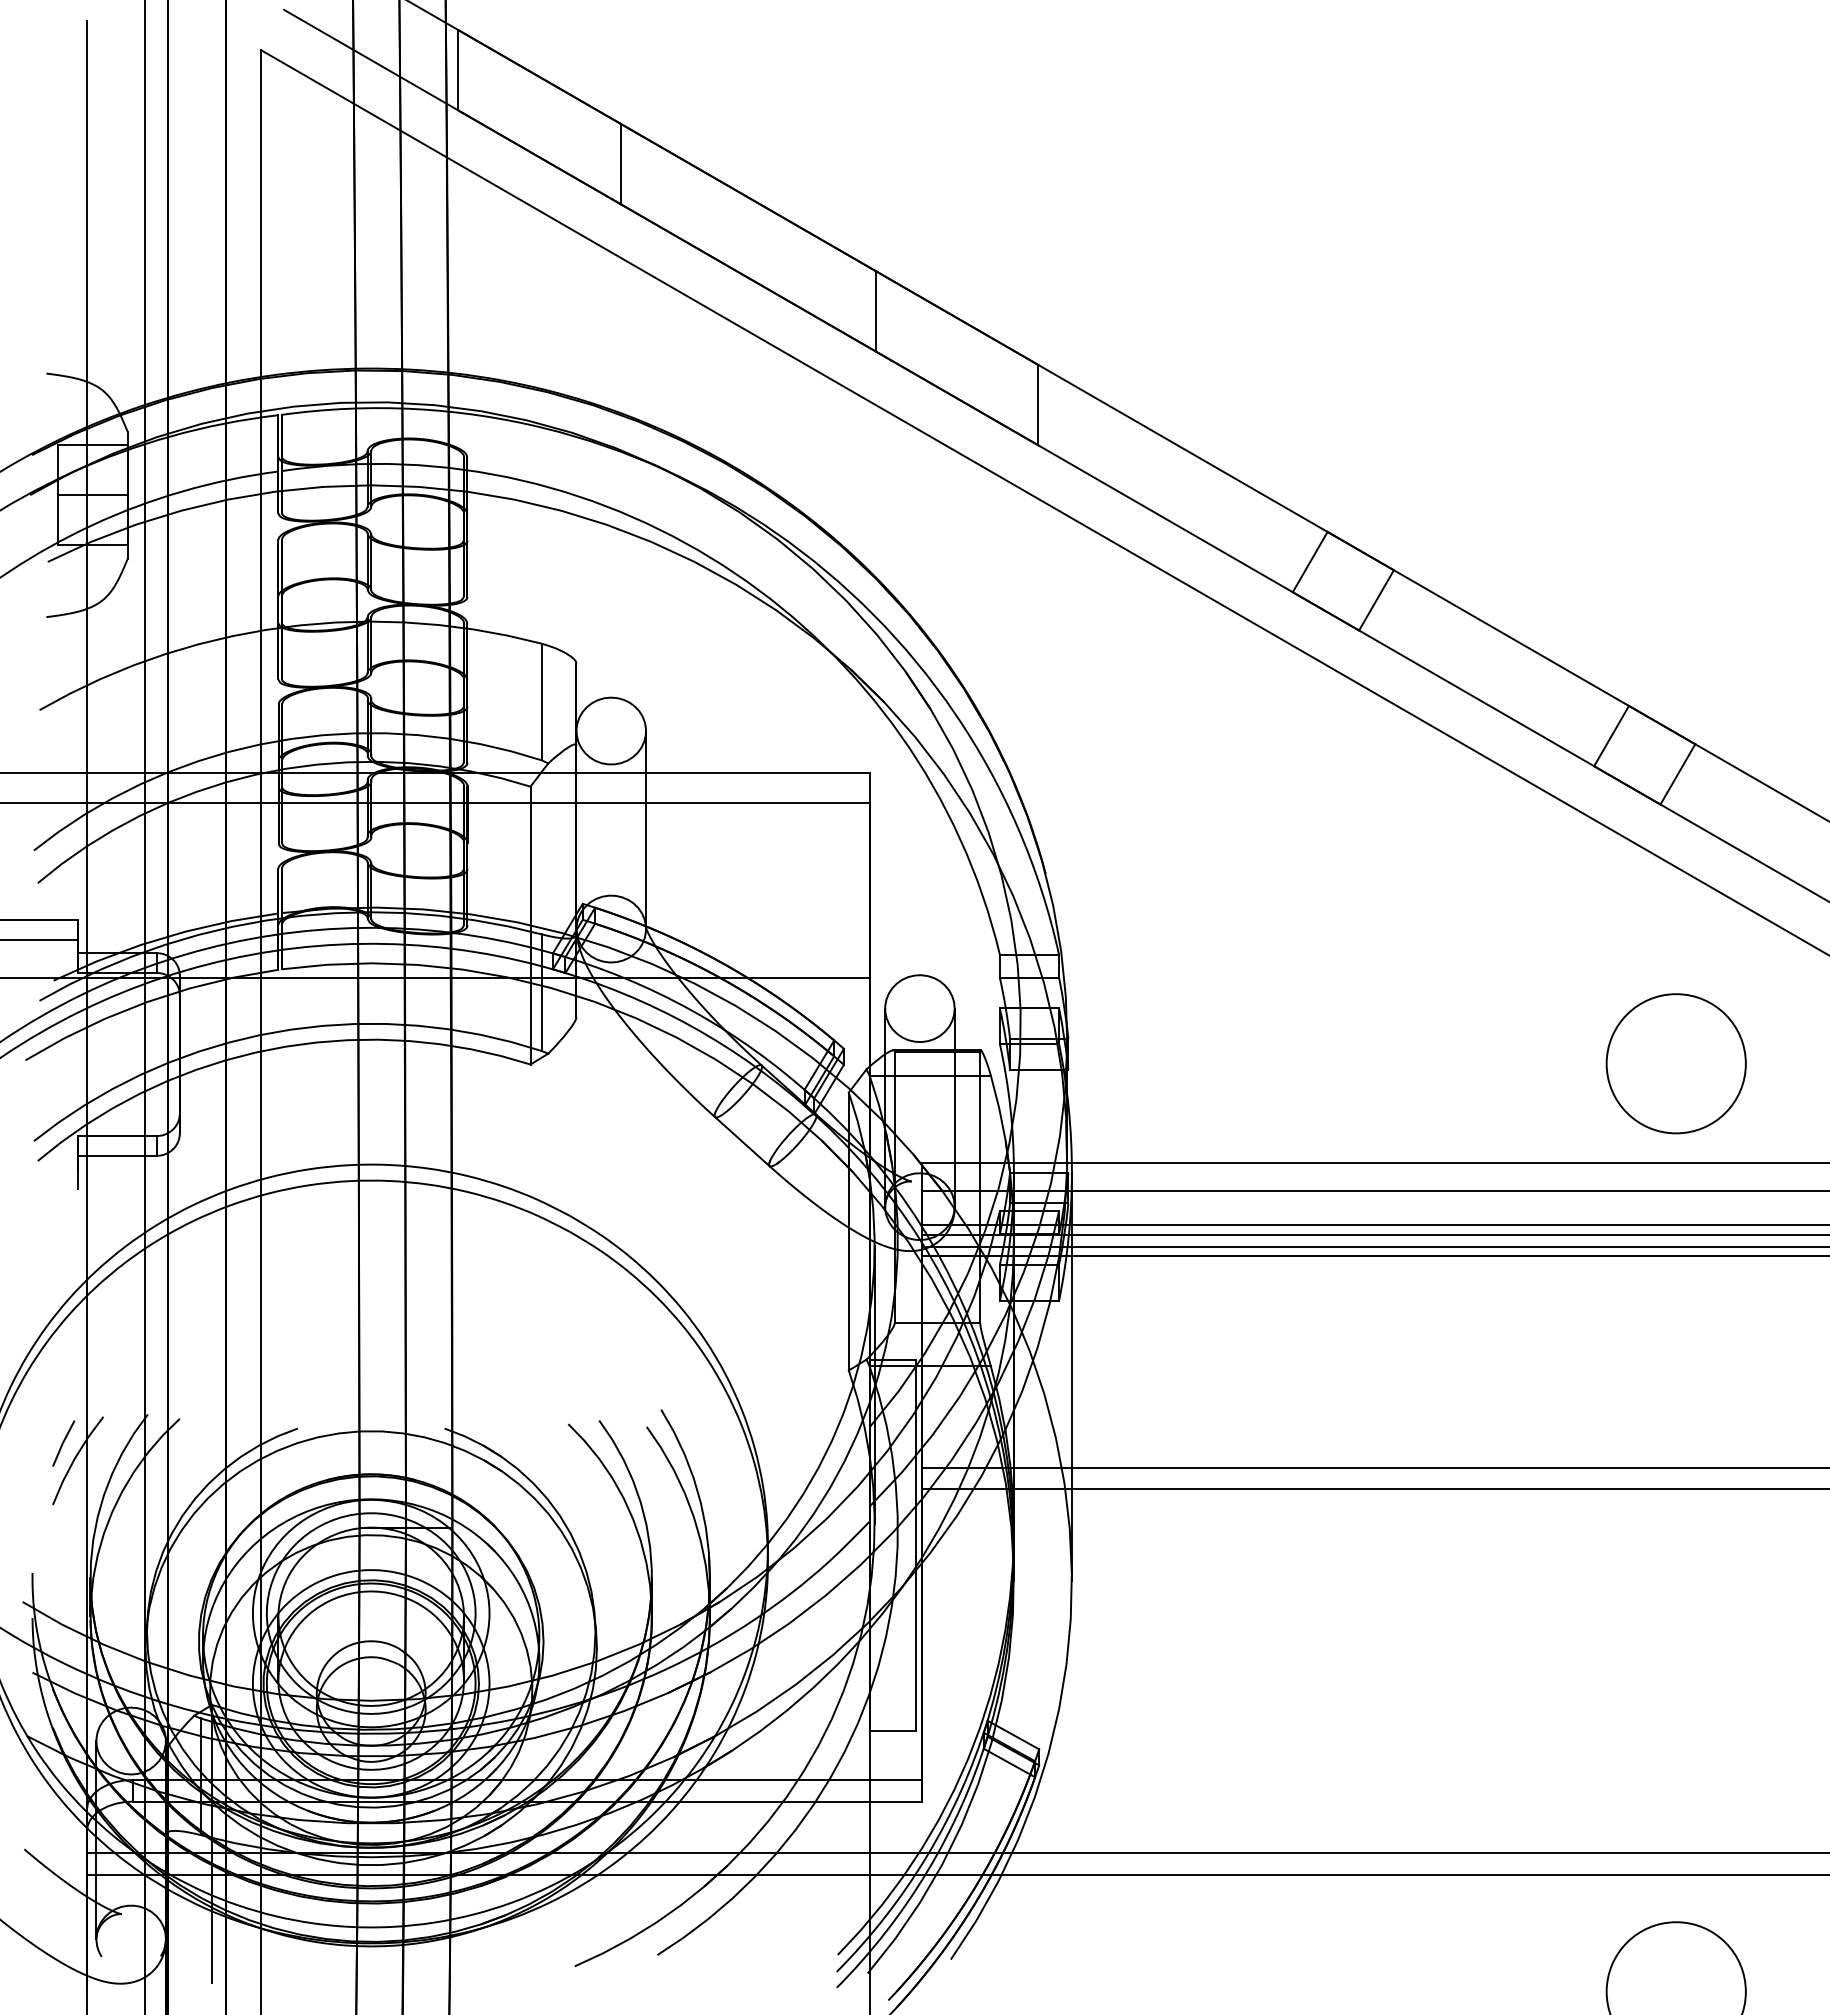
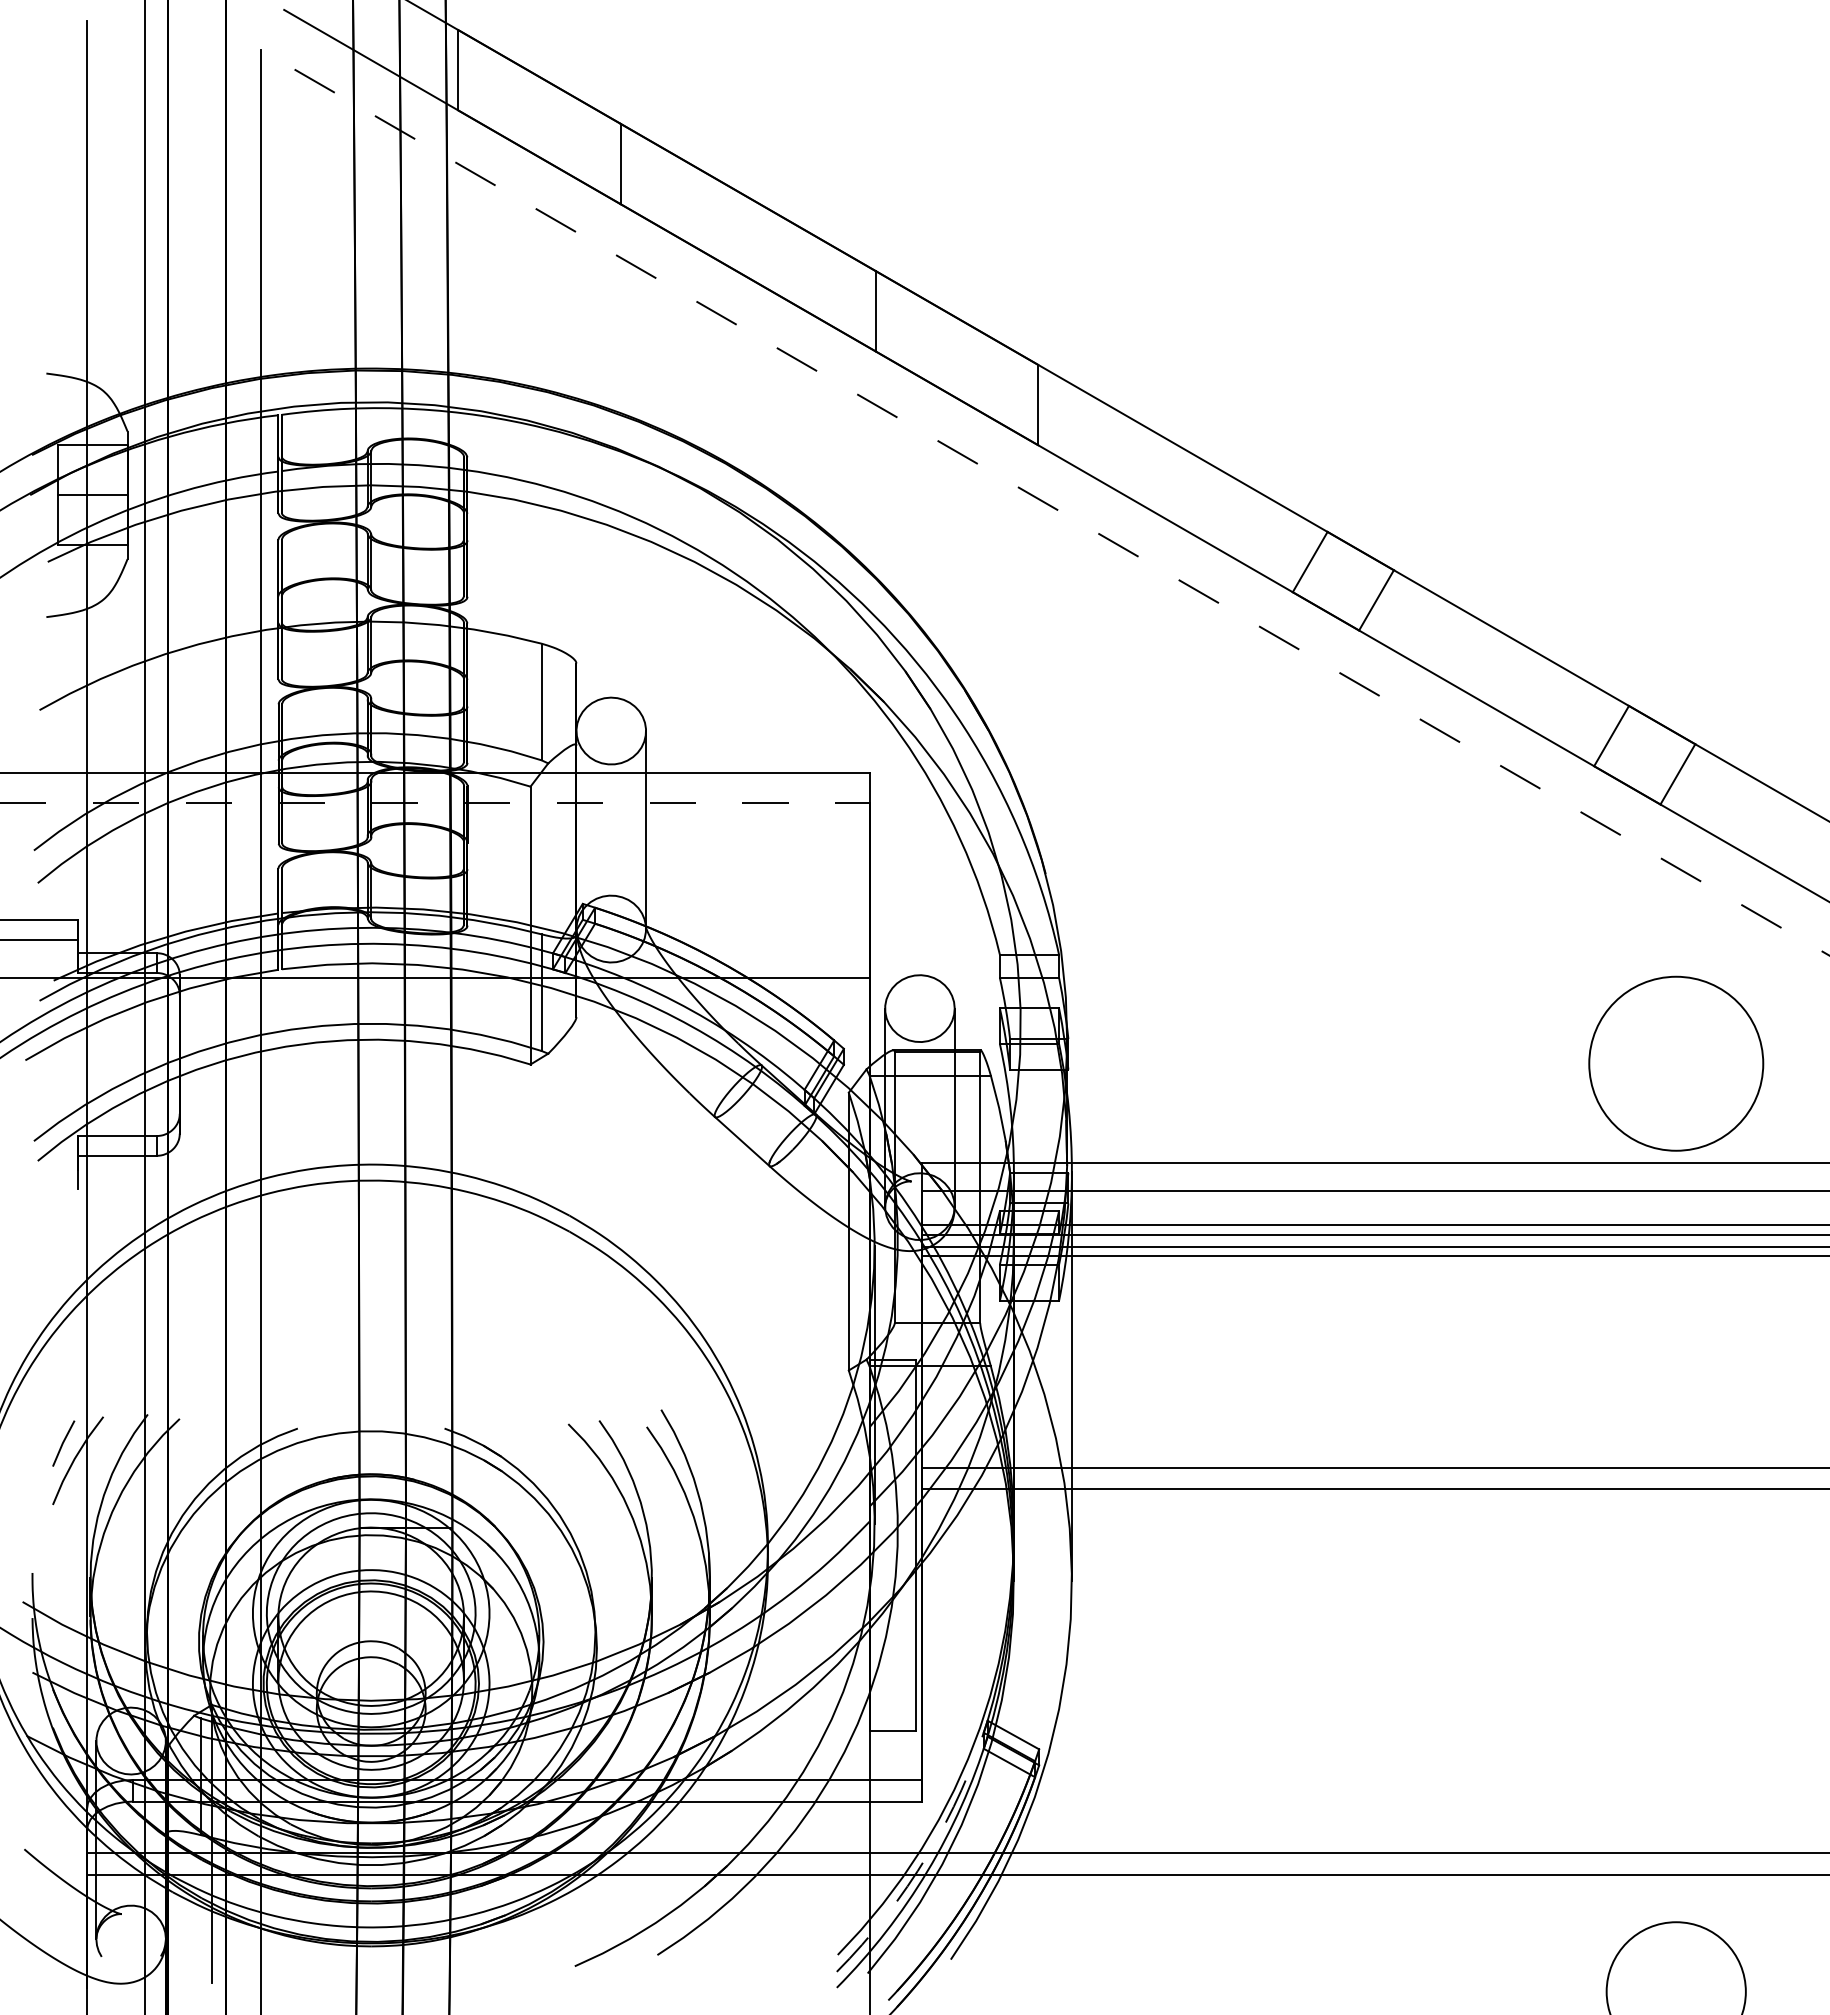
line at (1045, 502): solid -> dashed
line at (435, 802): solid -> dashed
circle at (1675, 1063) diameter: 139 px -> 174 px
arc at (927, 1855): solid -> dashed
